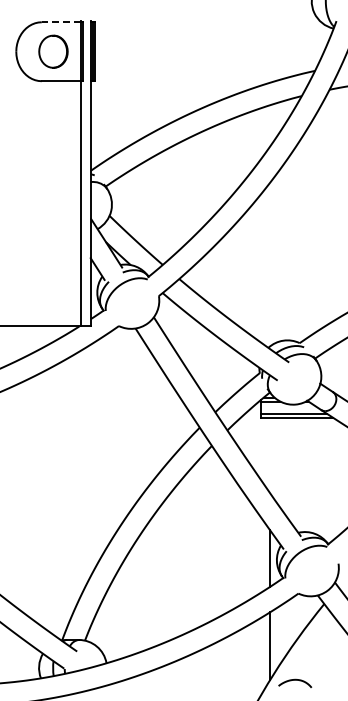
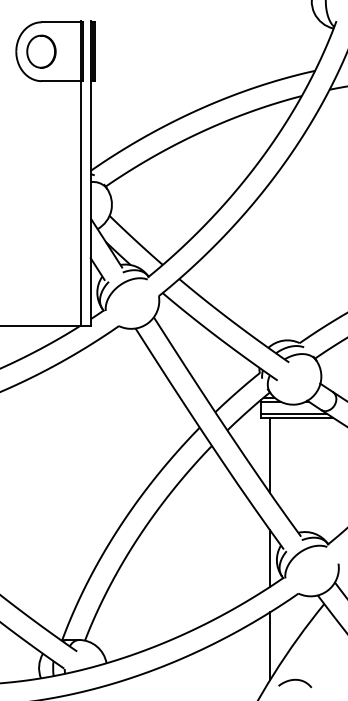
line at (61, 22): dashed -> solid
part at (53, 51) position: (53, 51) -> (41, 51)
line at (270, 455): none -> present
